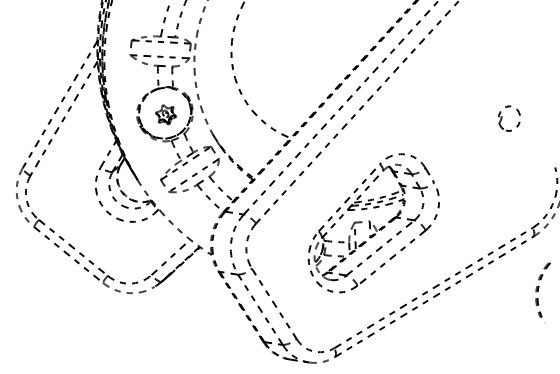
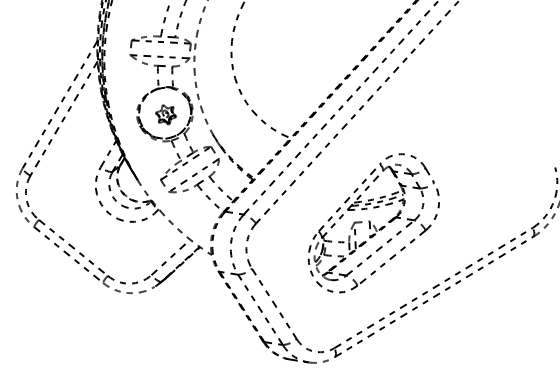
part at (502, 118): present -> none
part at (542, 292): present -> none
